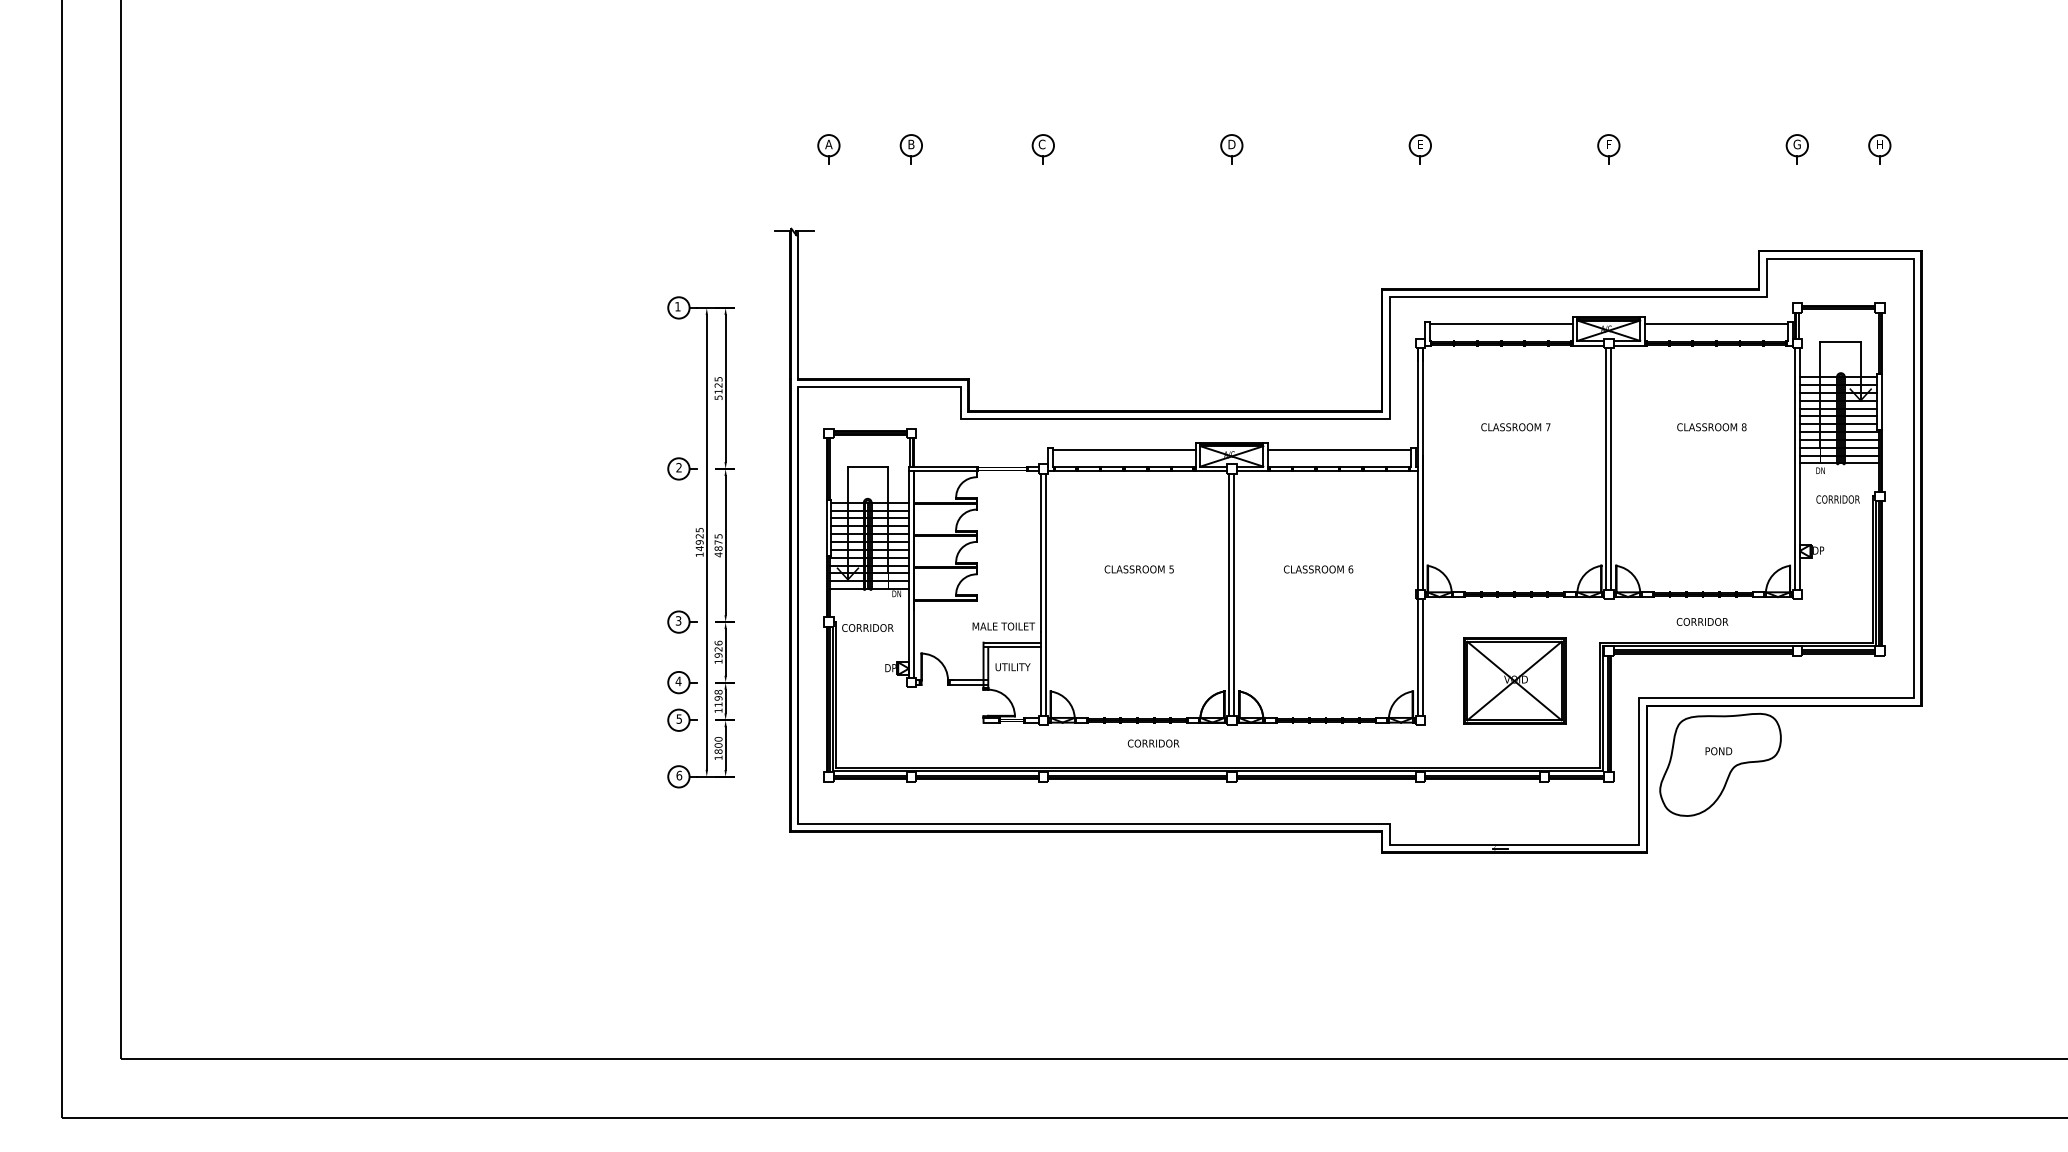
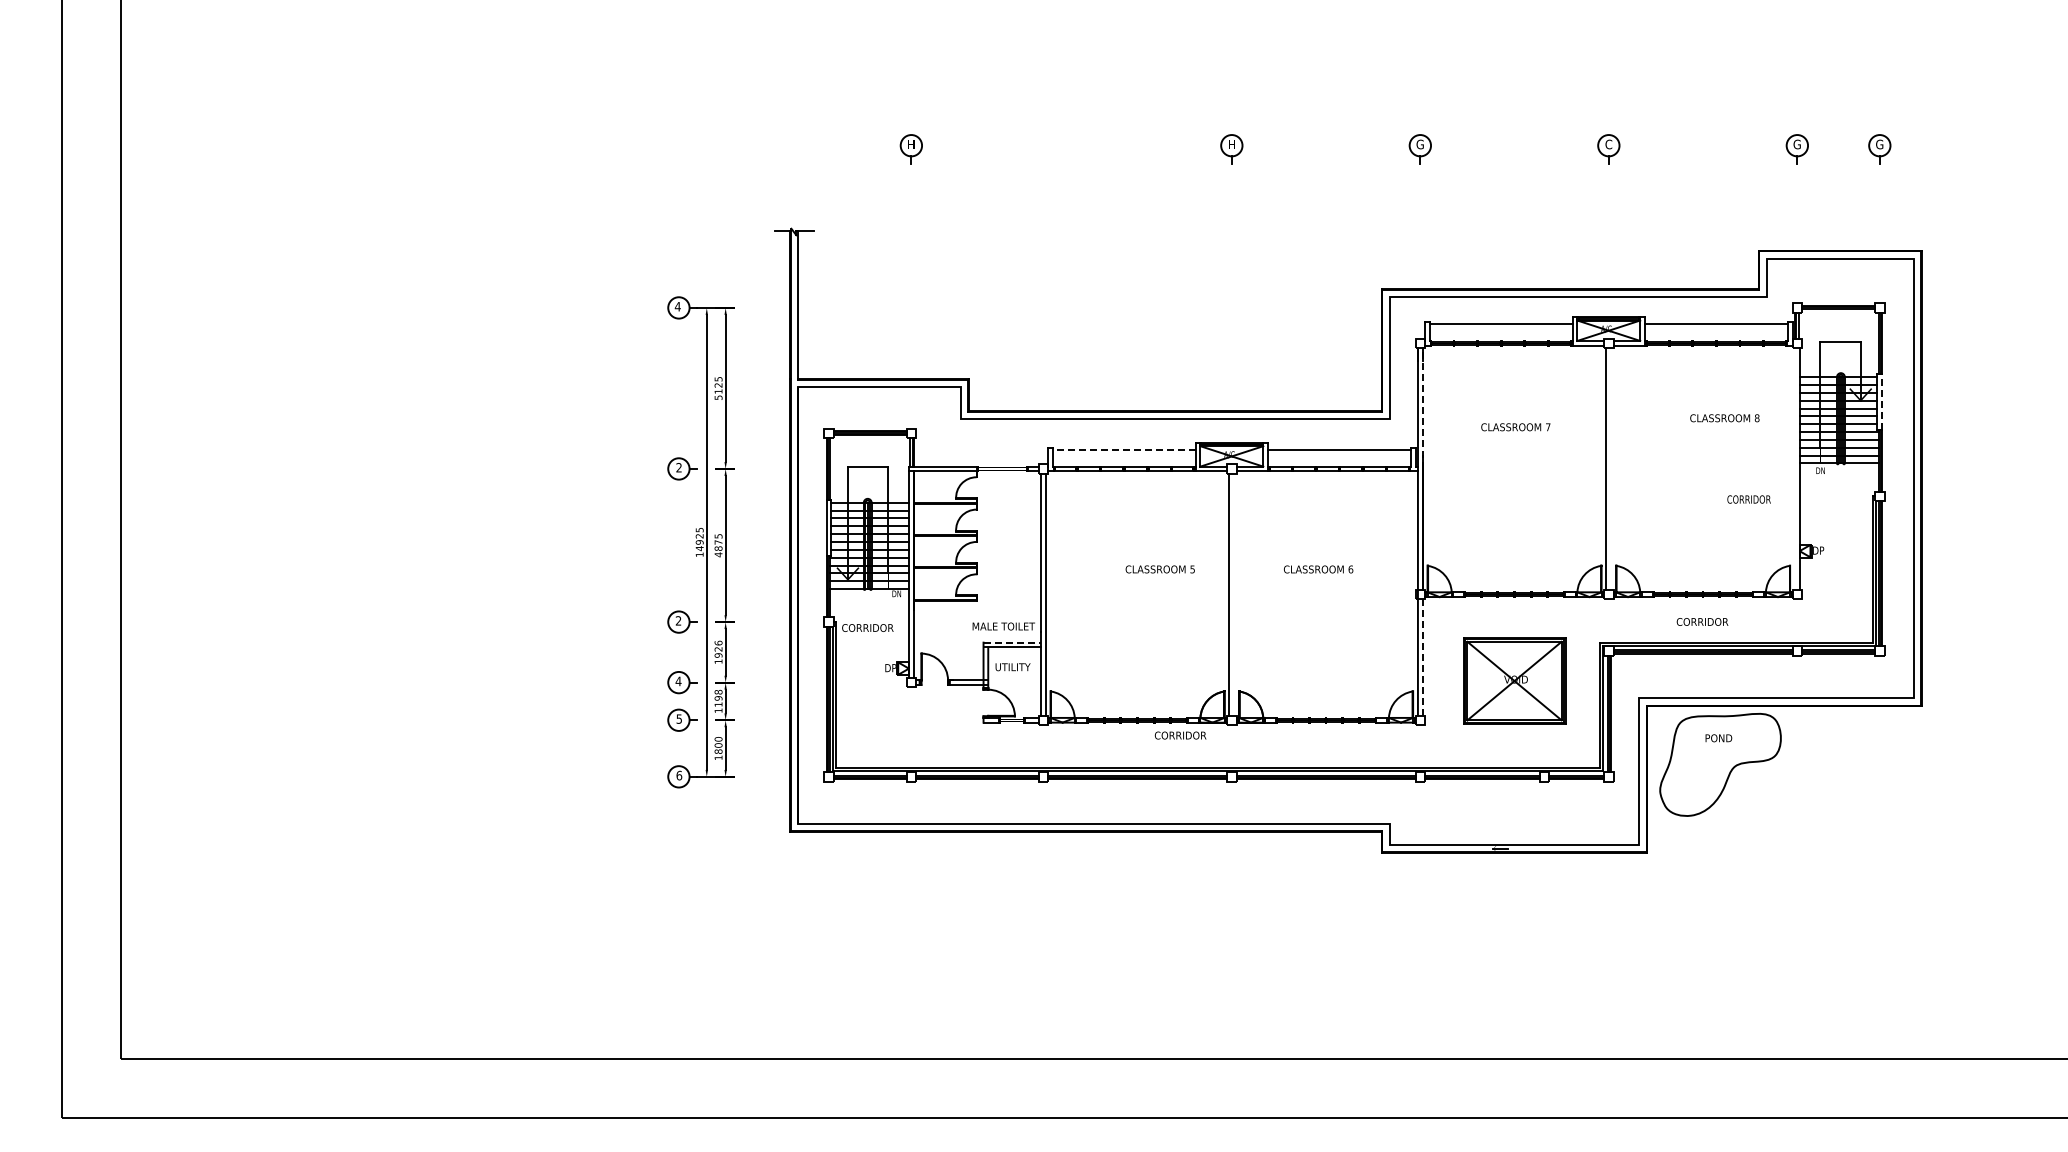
text at (911, 144): B -> H
text at (1231, 144): D -> H
text at (1419, 144): E -> G
text at (1608, 144): F -> C
text at (1879, 144): H -> G
part at (828, 149): present -> none
part at (1042, 149): present -> none
text at (677, 306): 1 -> 4
line at (1882, 401): solid -> dashed
line at (1422, 408): solid -> dashed
text at (1711, 427) position: (1711, 427) -> (1724, 418)
line at (1123, 450): solid -> dashed
line at (1611, 468): present -> none
line at (1794, 468): present -> none
text at (1837, 499) position: (1837, 499) -> (1748, 499)
text at (1138, 569) position: (1138, 569) -> (1159, 569)
line at (1234, 594): present -> none
text at (678, 621): 3 -> 2
line at (1012, 642): solid -> dashed
line at (1422, 657): solid -> dashed
text at (1153, 743) position: (1153, 743) -> (1180, 735)
text at (1718, 751) position: (1718, 751) -> (1718, 738)
